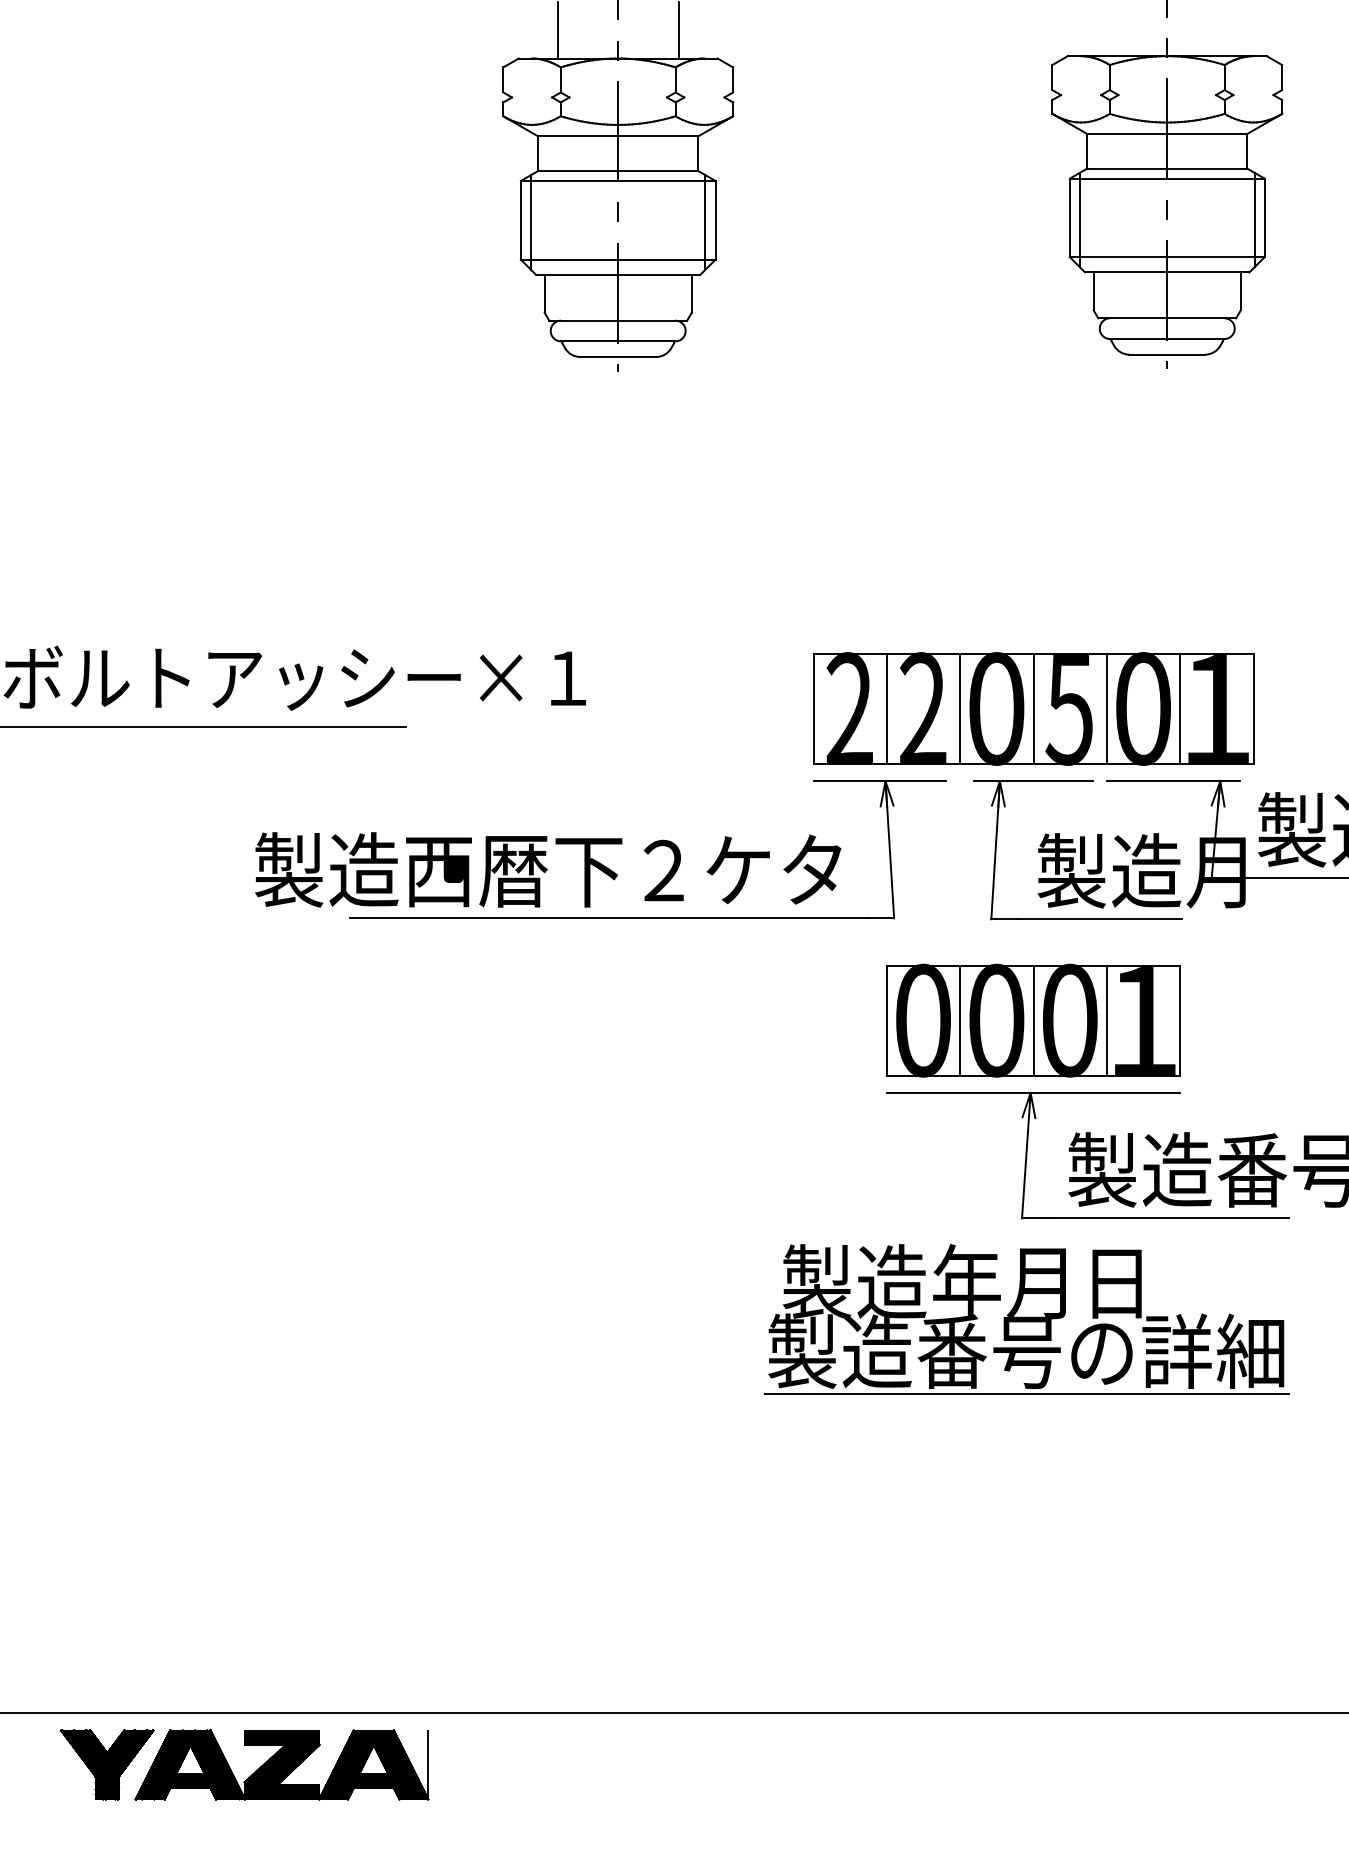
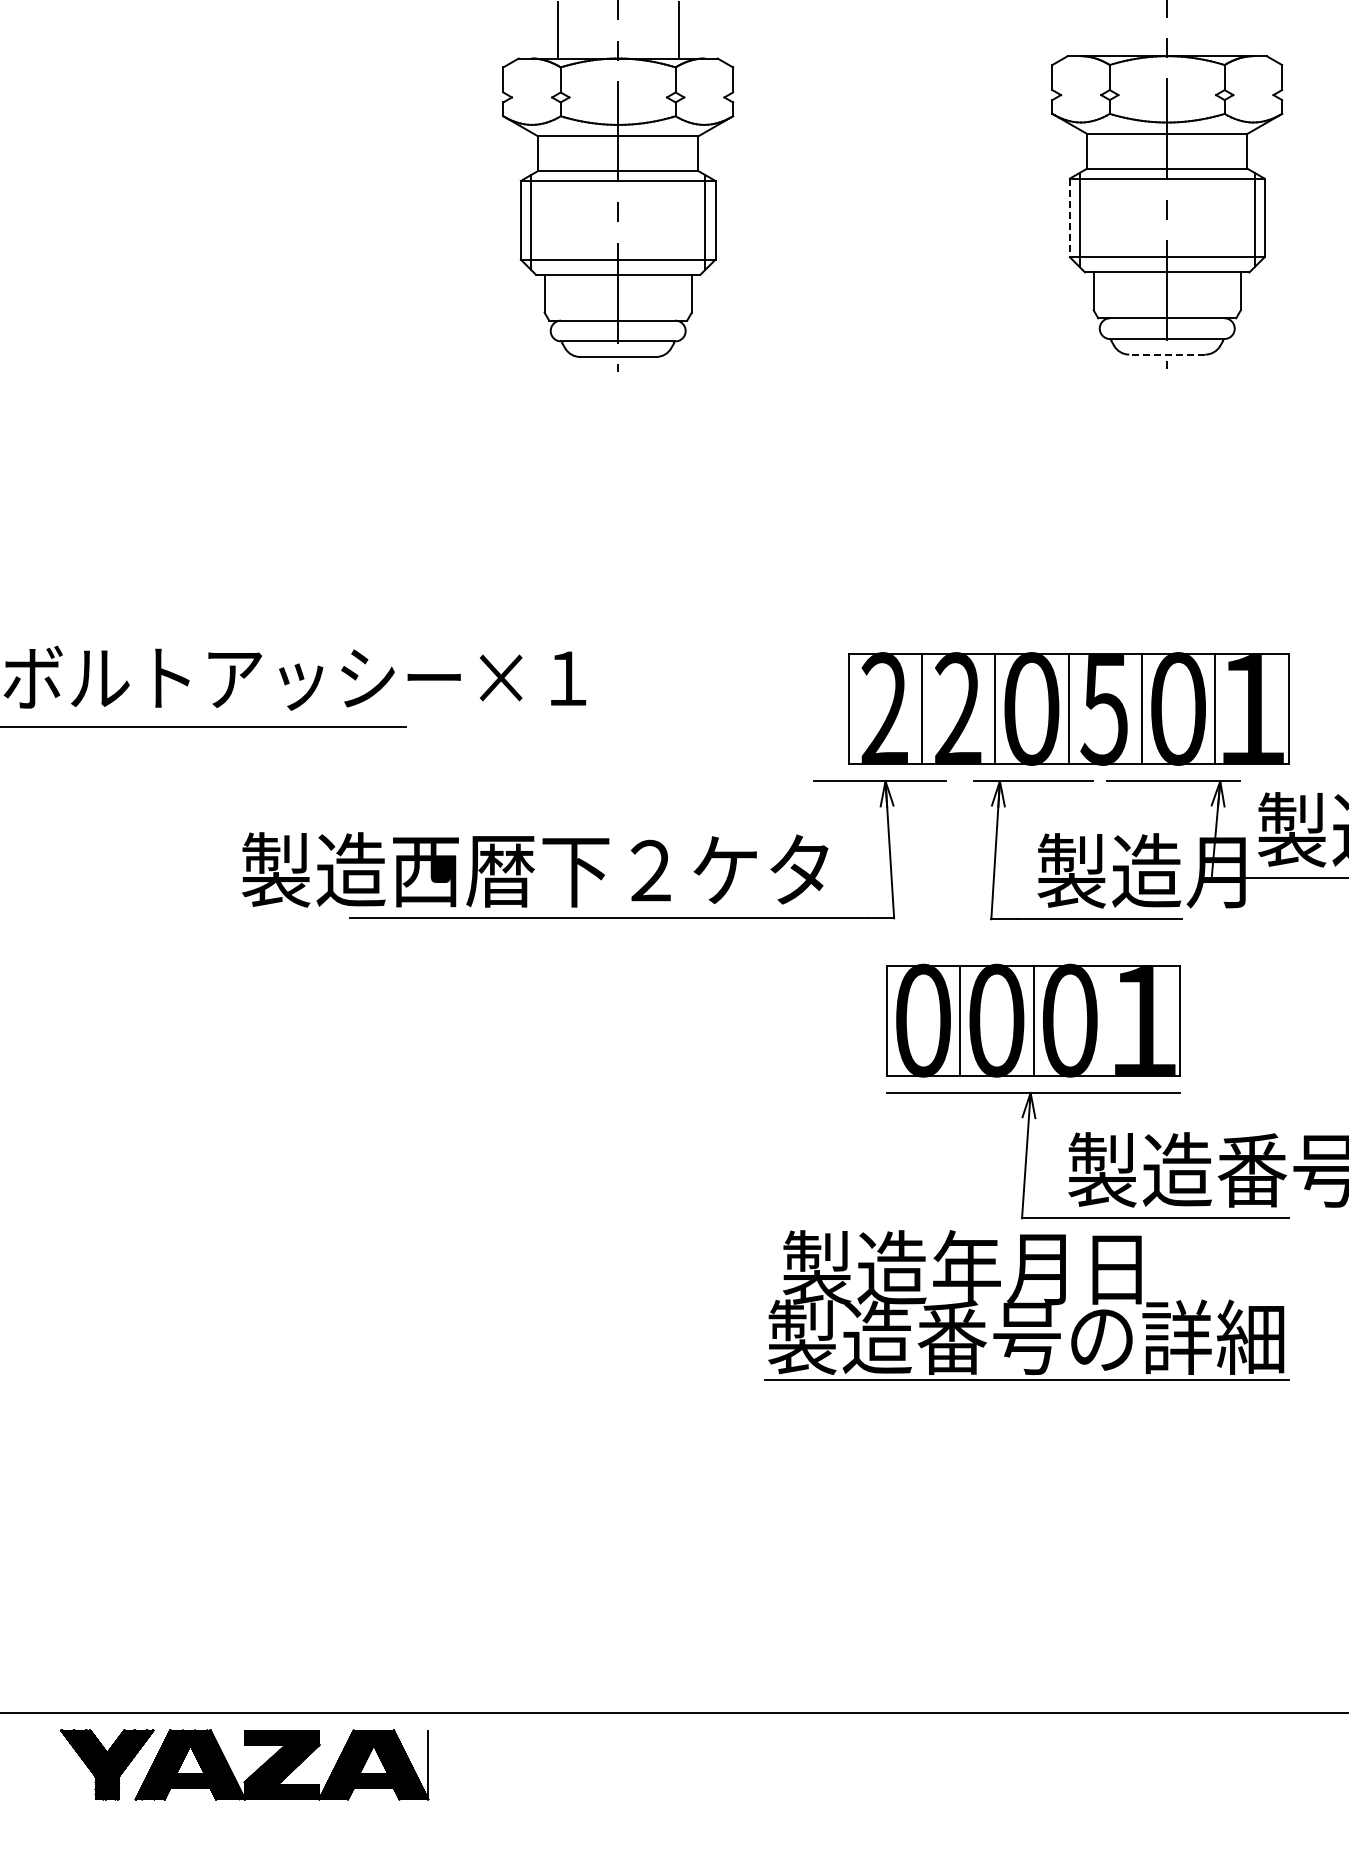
line at (1069, 218): solid -> dashed
line at (1166, 354): solid -> dashed
part at (1033, 708) position: (1033, 708) -> (1068, 708)
text at (548, 869) position: (548, 869) -> (535, 869)
line at (1106, 1020): present -> none
part at (1026, 1319) position: (1026, 1319) -> (1026, 1305)
